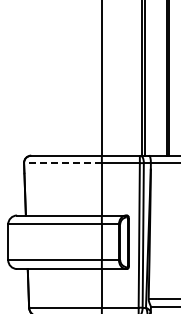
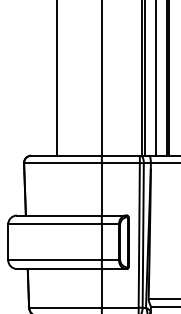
line at (57, 78): none -> present
line at (155, 78): none -> present
line at (62, 163): dashed -> solid
